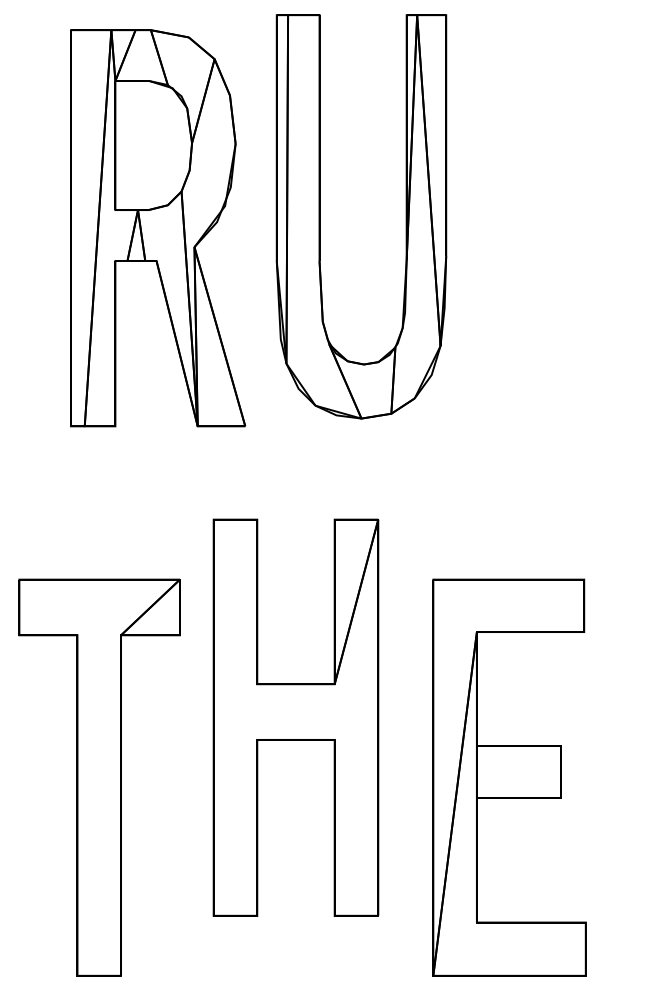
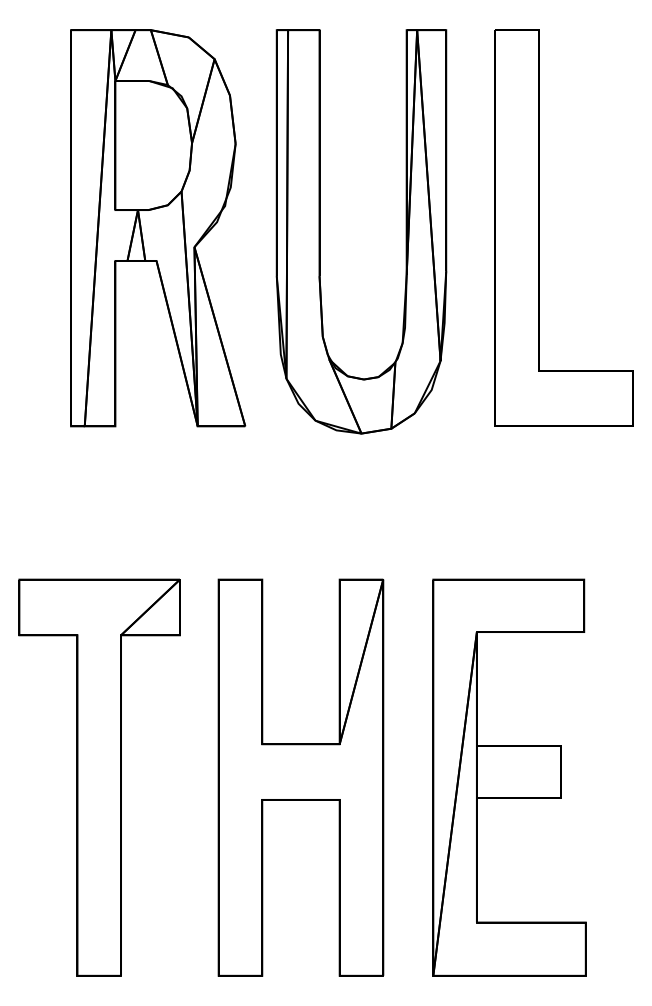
part at (320, 216) position: (320, 216) -> (320, 231)
part at (539, 227): none -> present
part at (295, 717) position: (295, 717) -> (300, 777)
